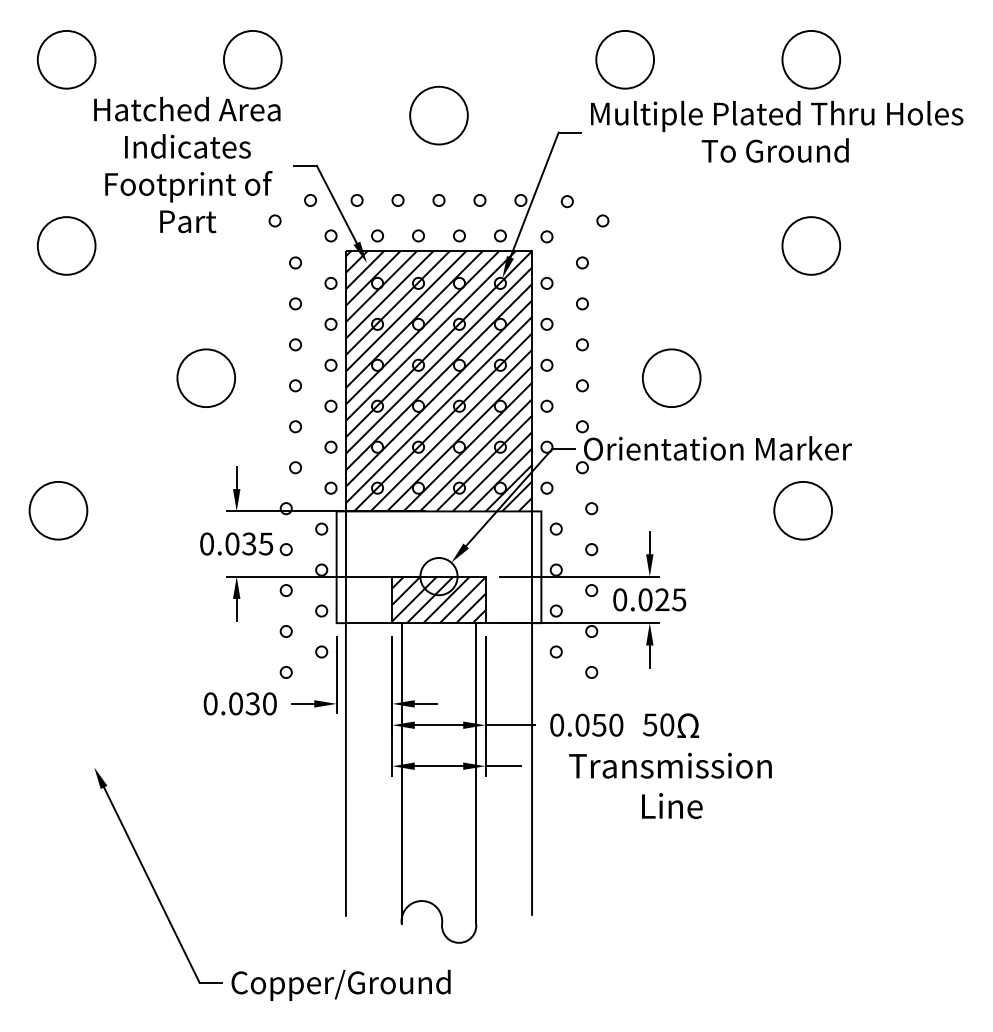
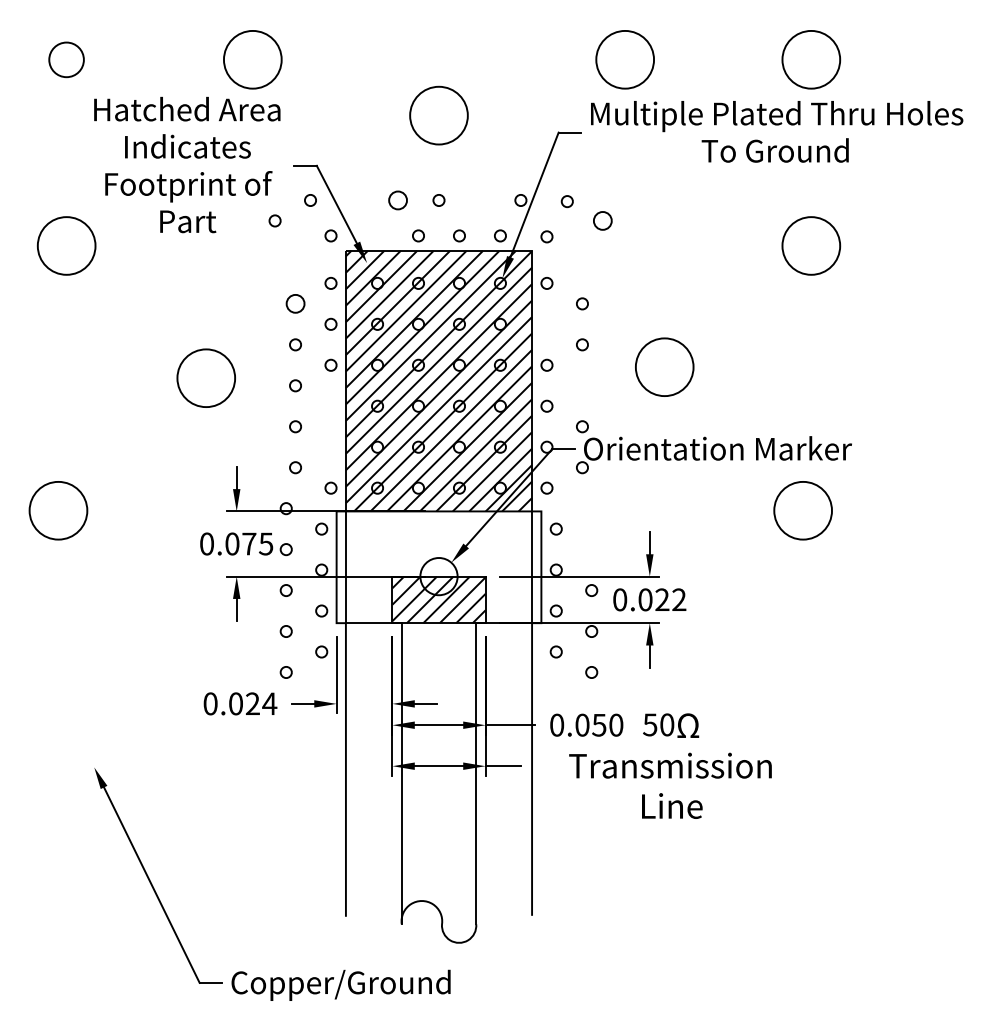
circle at (66, 59) size: 61x60 px -> 37x38 px
circle at (356, 200): present -> none
circle at (397, 200) size: 14x13 px -> 20x21 px
circle at (479, 200): present -> none
circle at (602, 220) size: 14x14 px -> 20x20 px
circle at (377, 235): present -> none
circle at (295, 262): present -> none
circle at (582, 262): present -> none
circle at (295, 303) size: 13x14 px -> 21x20 px
circle at (546, 323): present -> none
circle at (671, 377) position: (671, 377) -> (664, 366)
circle at (582, 385): present -> none
circle at (330, 405): present -> none
circle at (330, 446): present -> none
circle at (591, 508): present -> none
text at (249, 543): 0.035 -> 0.075
circle at (591, 549): present -> none
text at (679, 599): 0.025 -> 0.022
text at (261, 703): 0.030 -> 0.024
